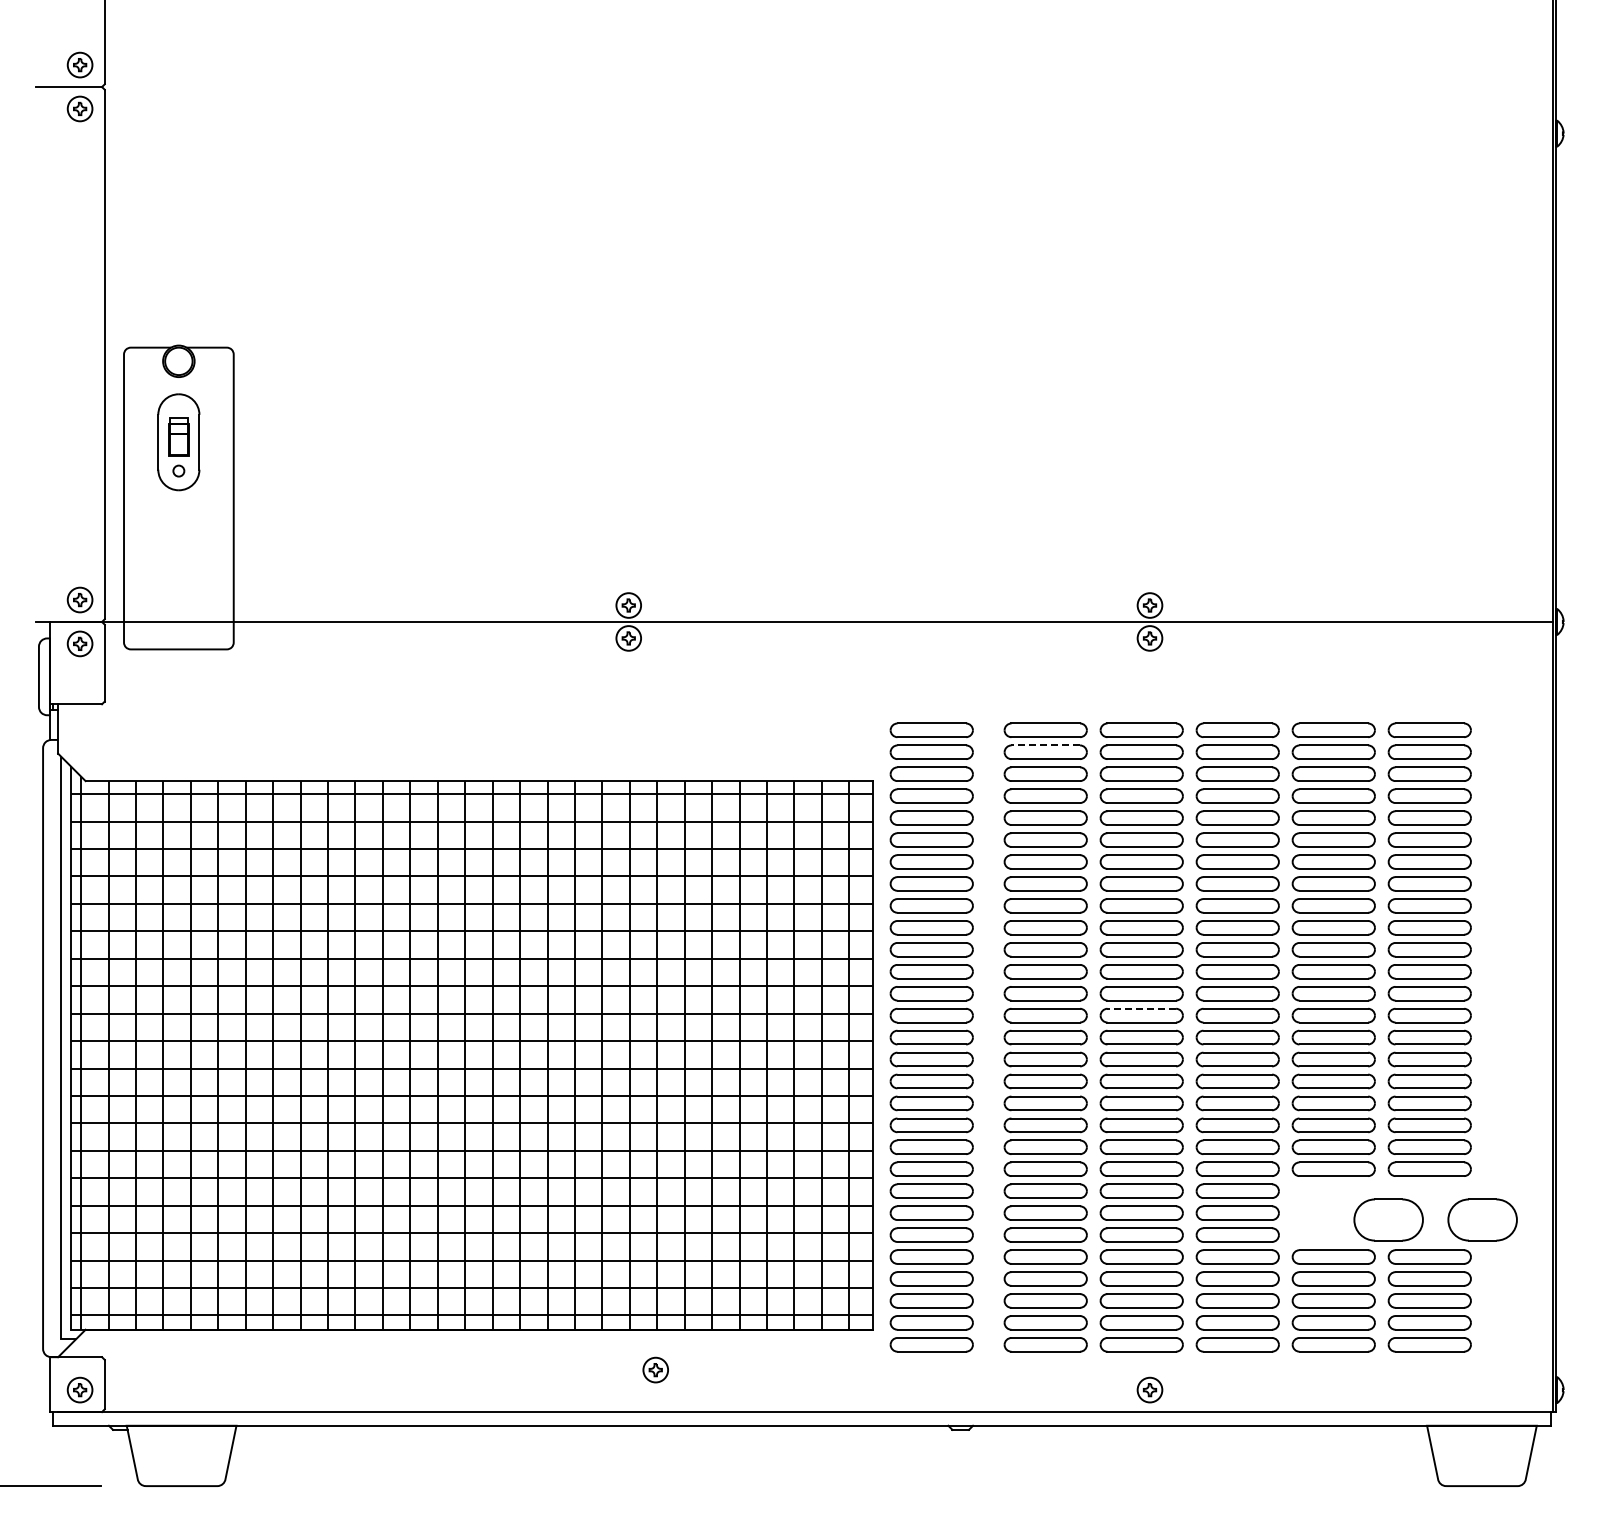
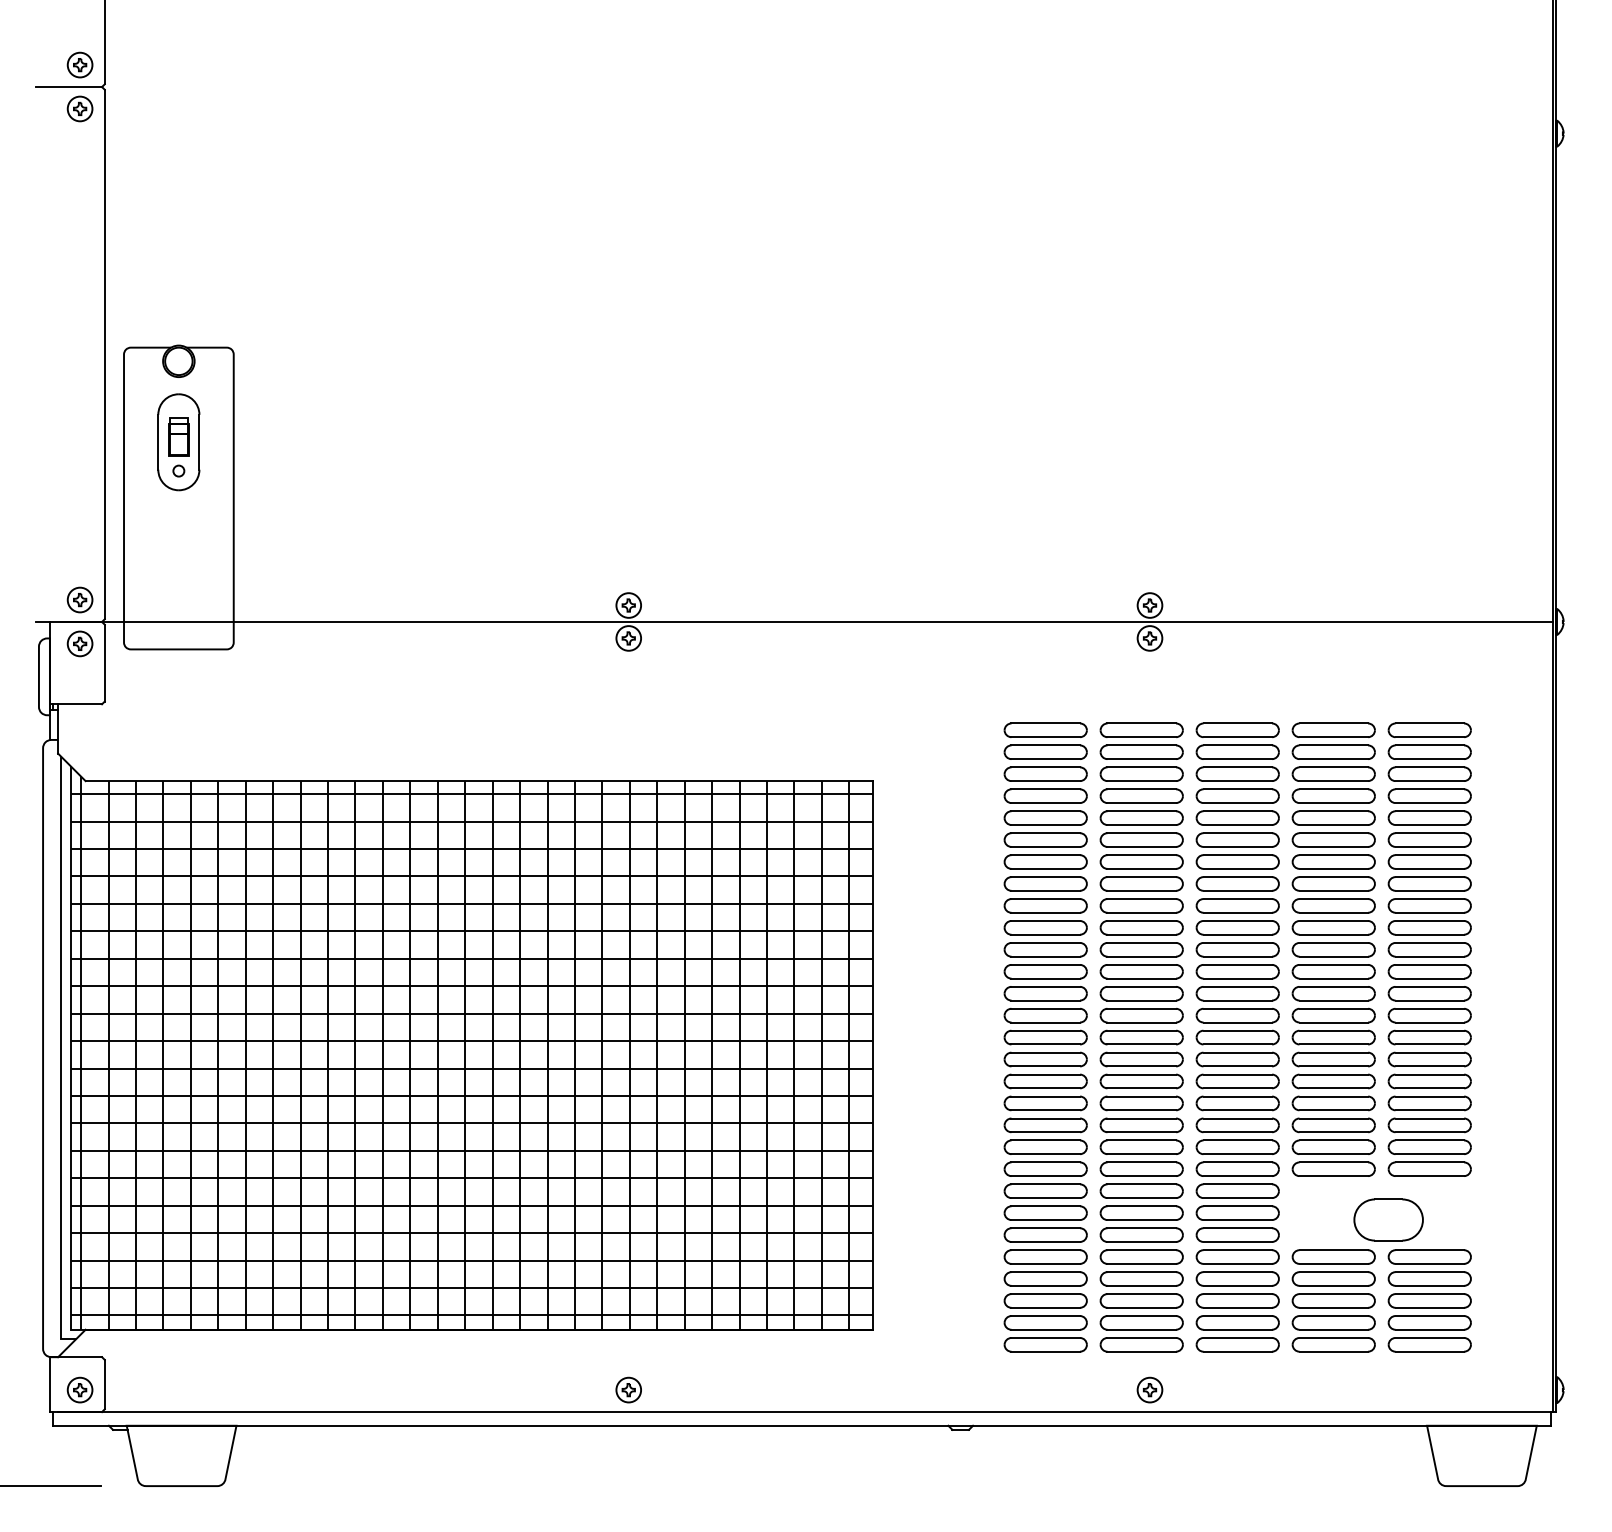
line at (1045, 745): dashed -> solid
line at (1141, 1008): dashed -> solid
part at (931, 1037): present -> none
part at (1482, 1219): present -> none
part at (655, 1369) position: (655, 1369) -> (628, 1389)
